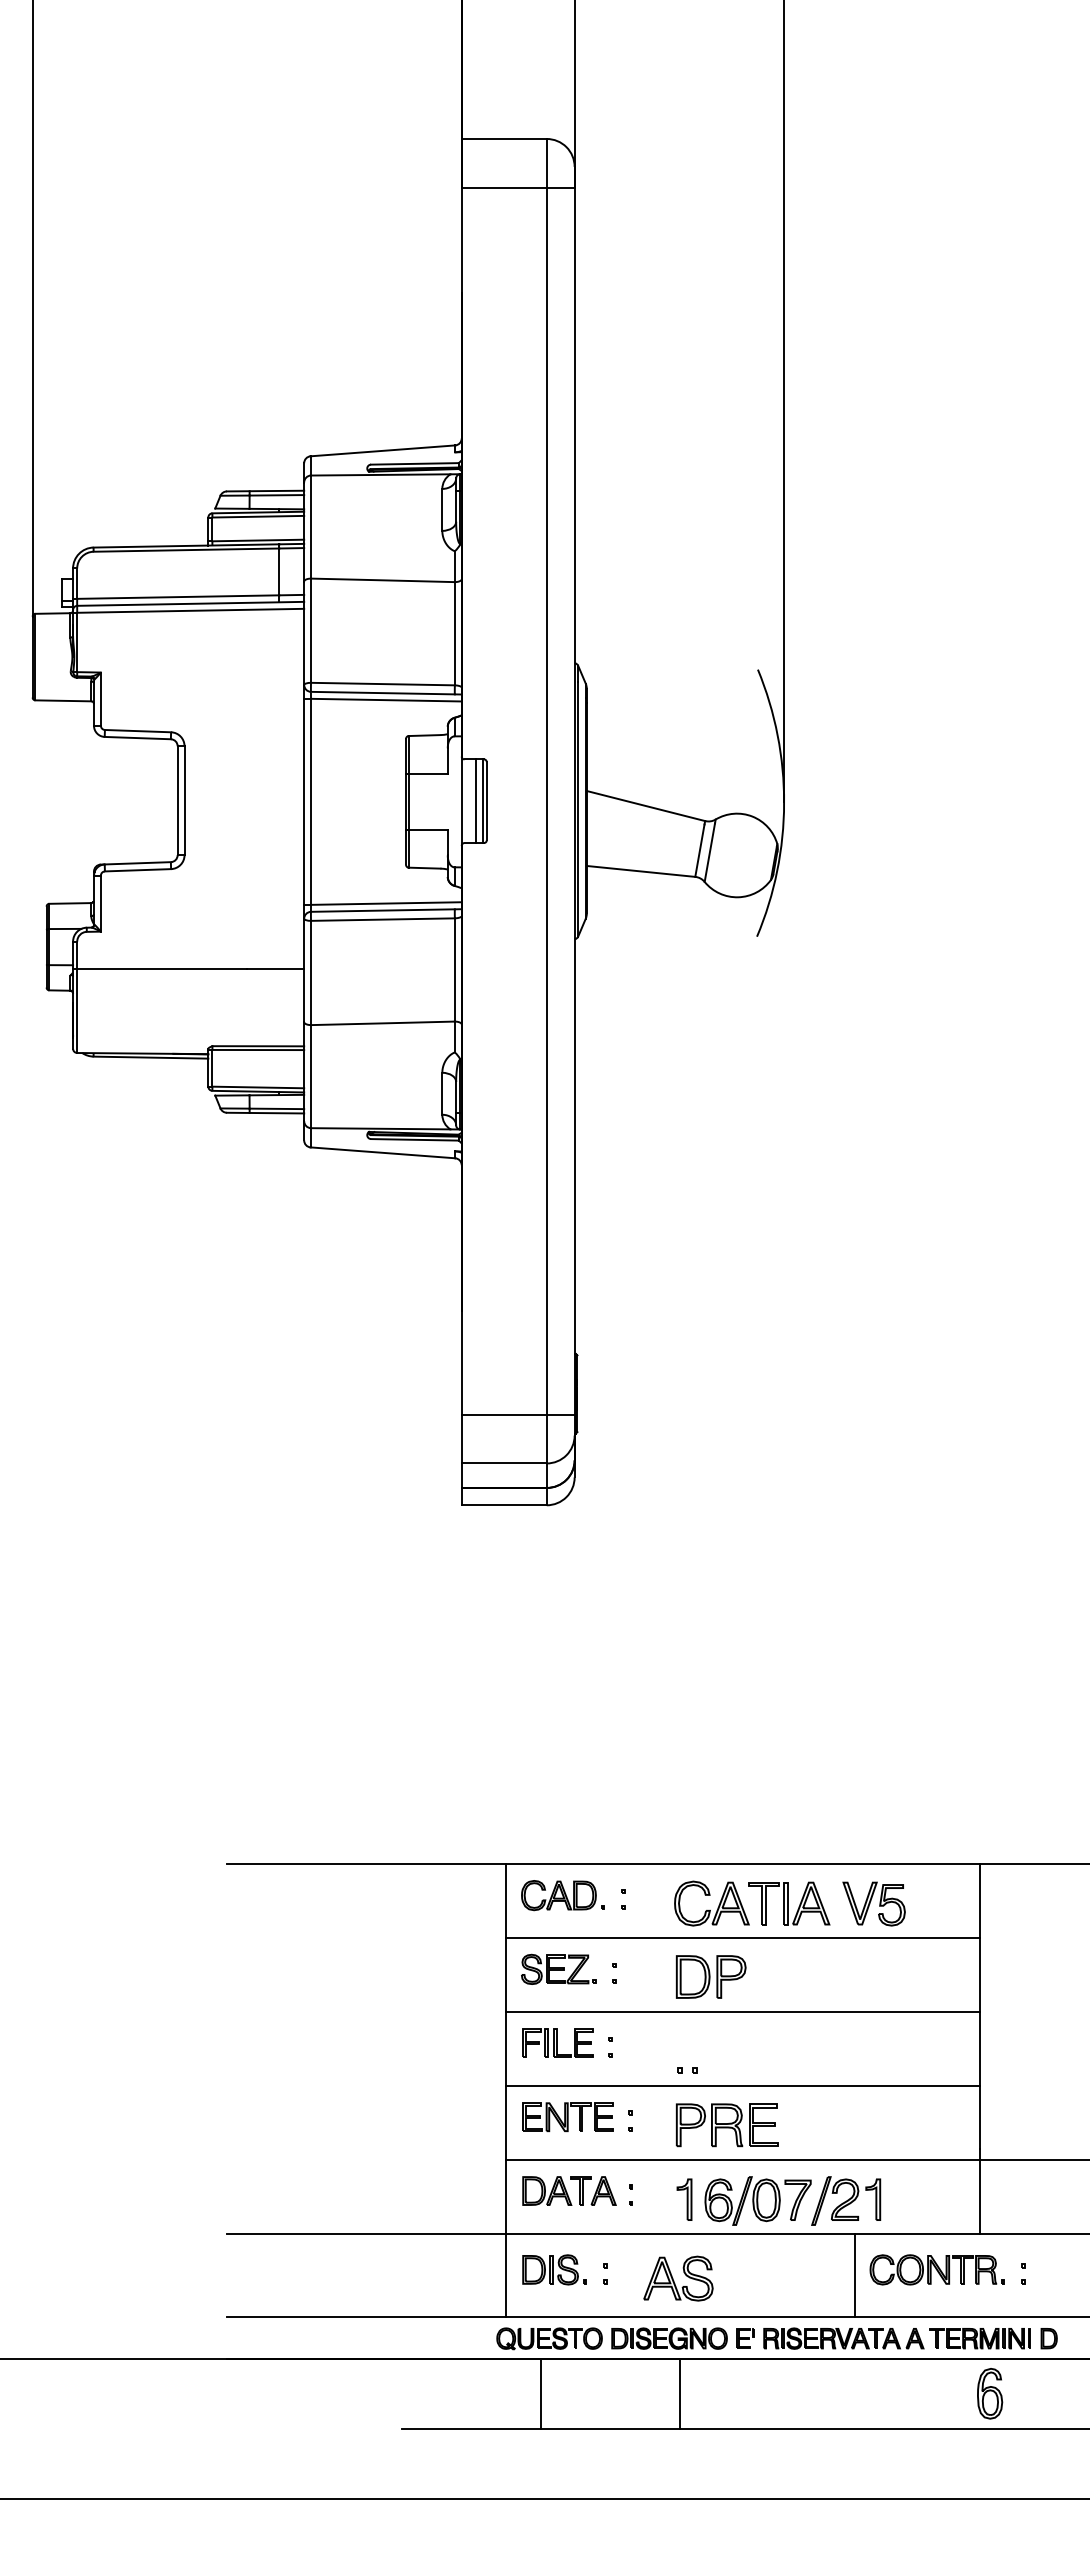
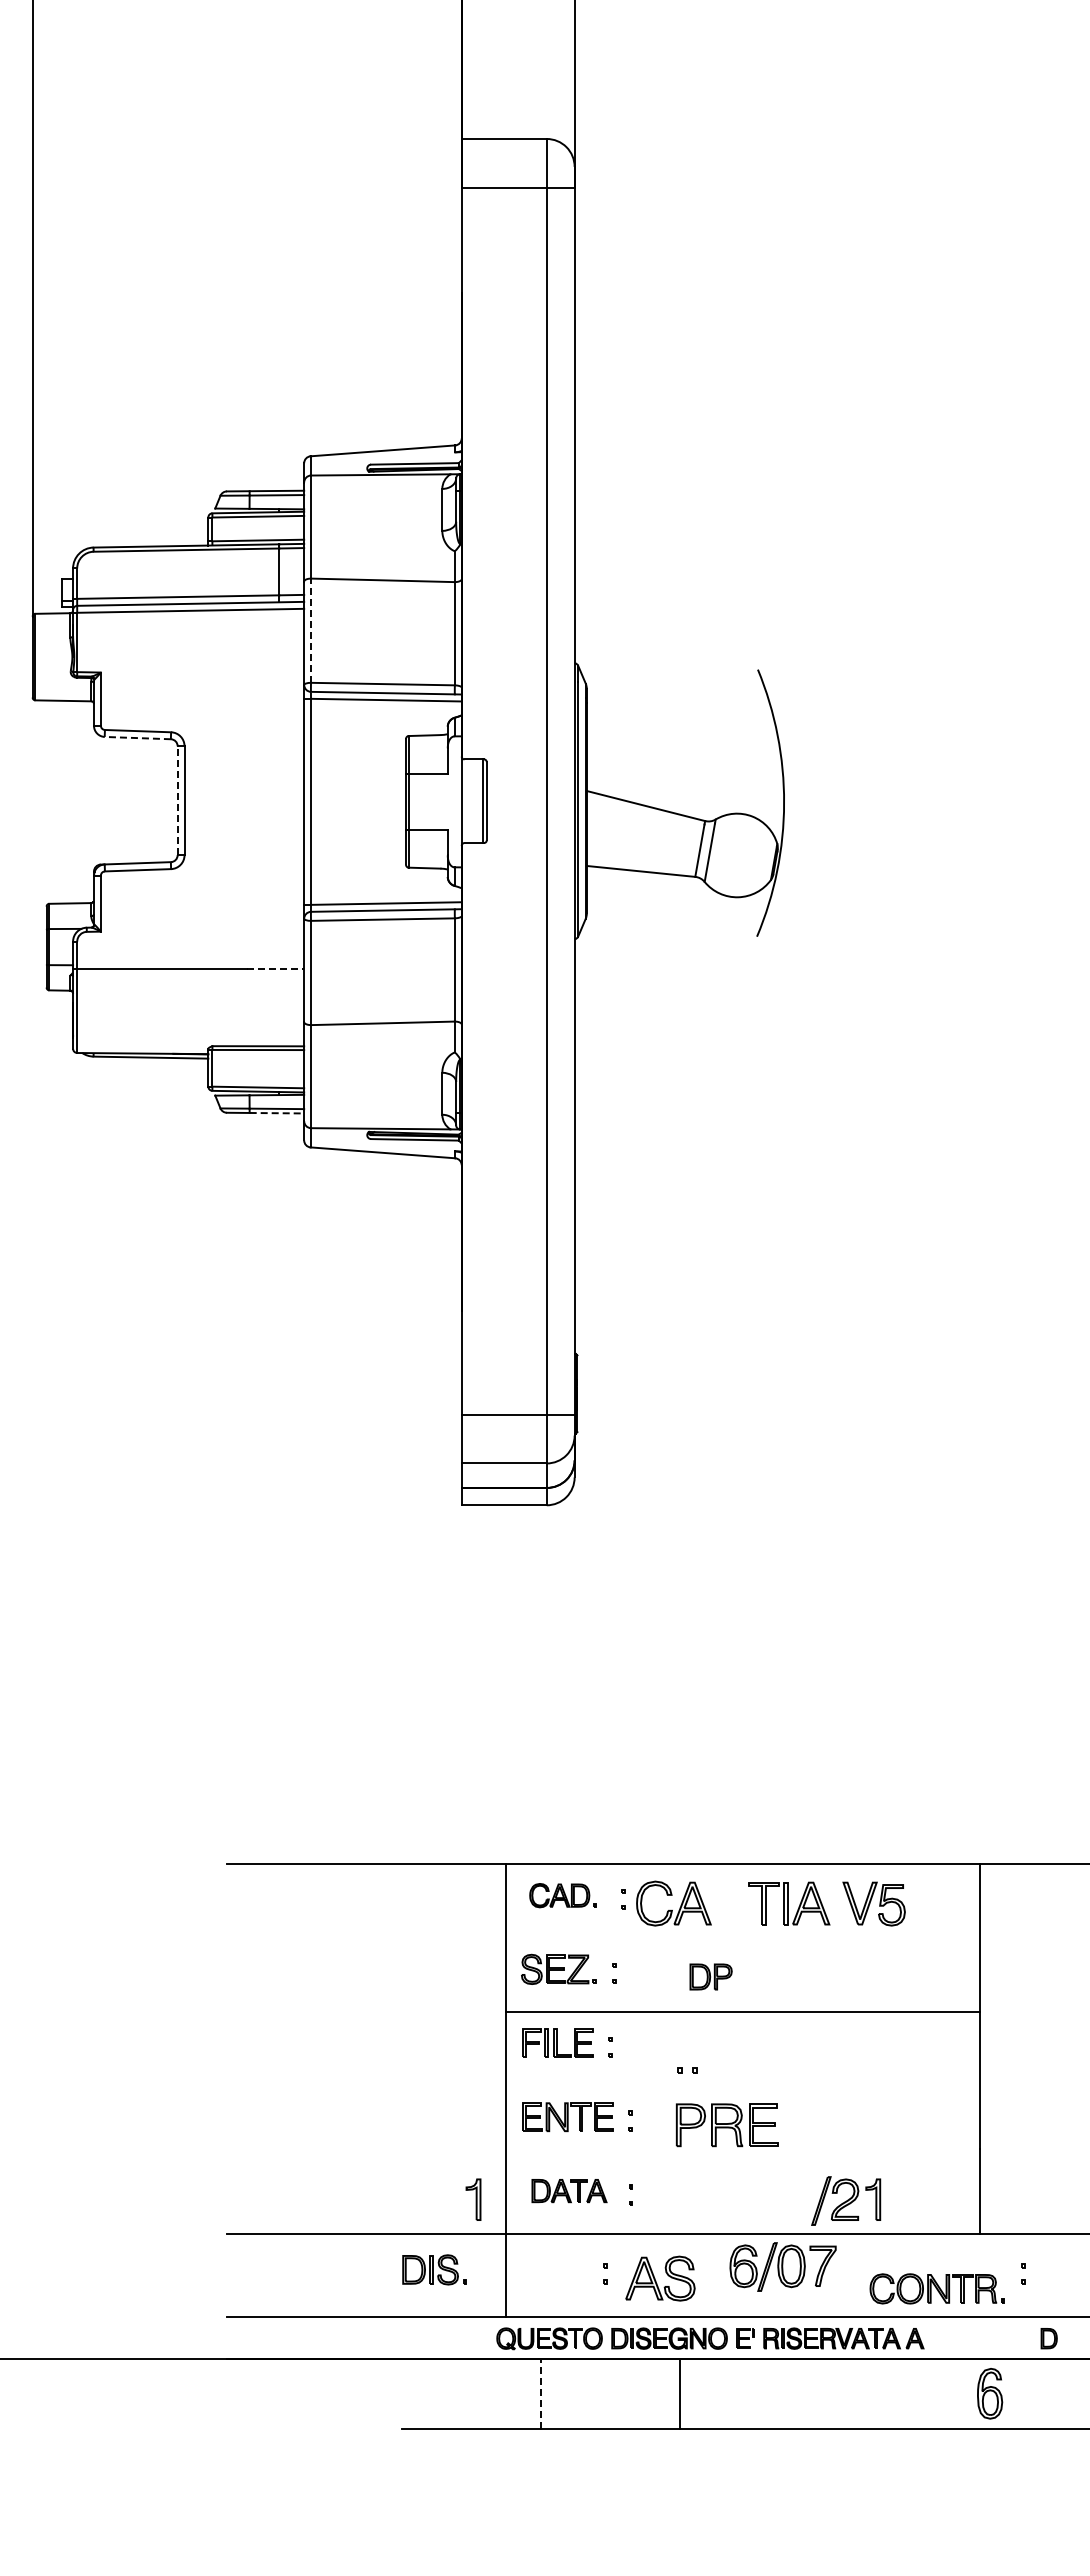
line at (784, 402): present -> none
line at (311, 630): solid -> dashed
line at (137, 738): solid -> dashed
line at (177, 800): solid -> dashed
line at (476, 801): present -> none
line at (276, 969): solid -> dashed
line at (277, 1113): solid -> dashed
part at (562, 1895) size: 84x32 px -> 68x26 px
part at (710, 1909) position: (710, 1909) -> (672, 1909)
line at (743, 1938): present -> none
part at (710, 1976) size: 72x44 px -> 44x28 px
line at (743, 2086): present -> none
line at (796, 2159): present -> none
part at (569, 2190) size: 95x30 px -> 77x25 px
part at (684, 2199) position: (684, 2199) -> (473, 2199)
part at (757, 2200) position: (757, 2200) -> (782, 2266)
part at (554, 2269) position: (554, 2269) -> (434, 2269)
part at (936, 2269) position: (936, 2269) -> (936, 2288)
line at (854, 2275): present -> none
part at (678, 2278) position: (678, 2278) -> (660, 2278)
part at (979, 2338): present -> none
line at (541, 2394): solid -> dashed
line at (544, 2498): present -> none
